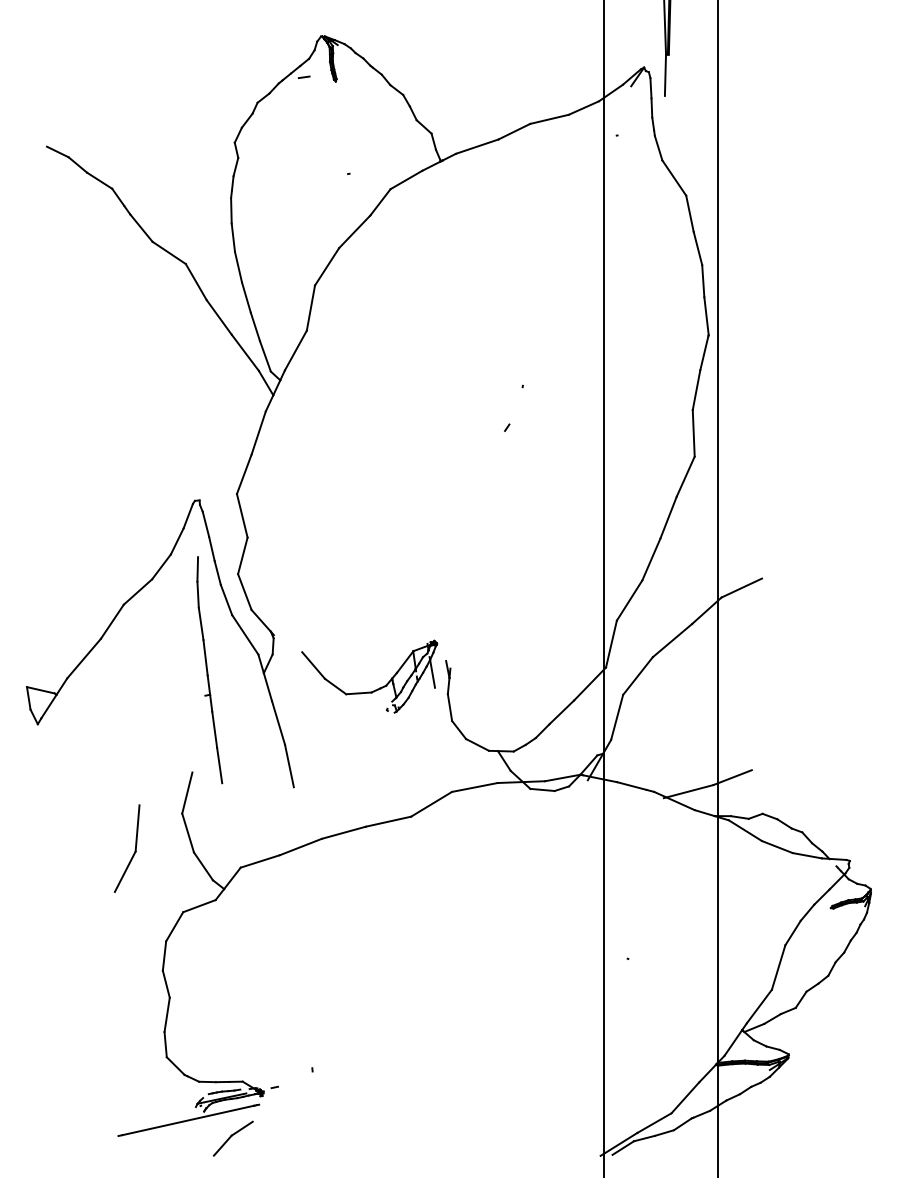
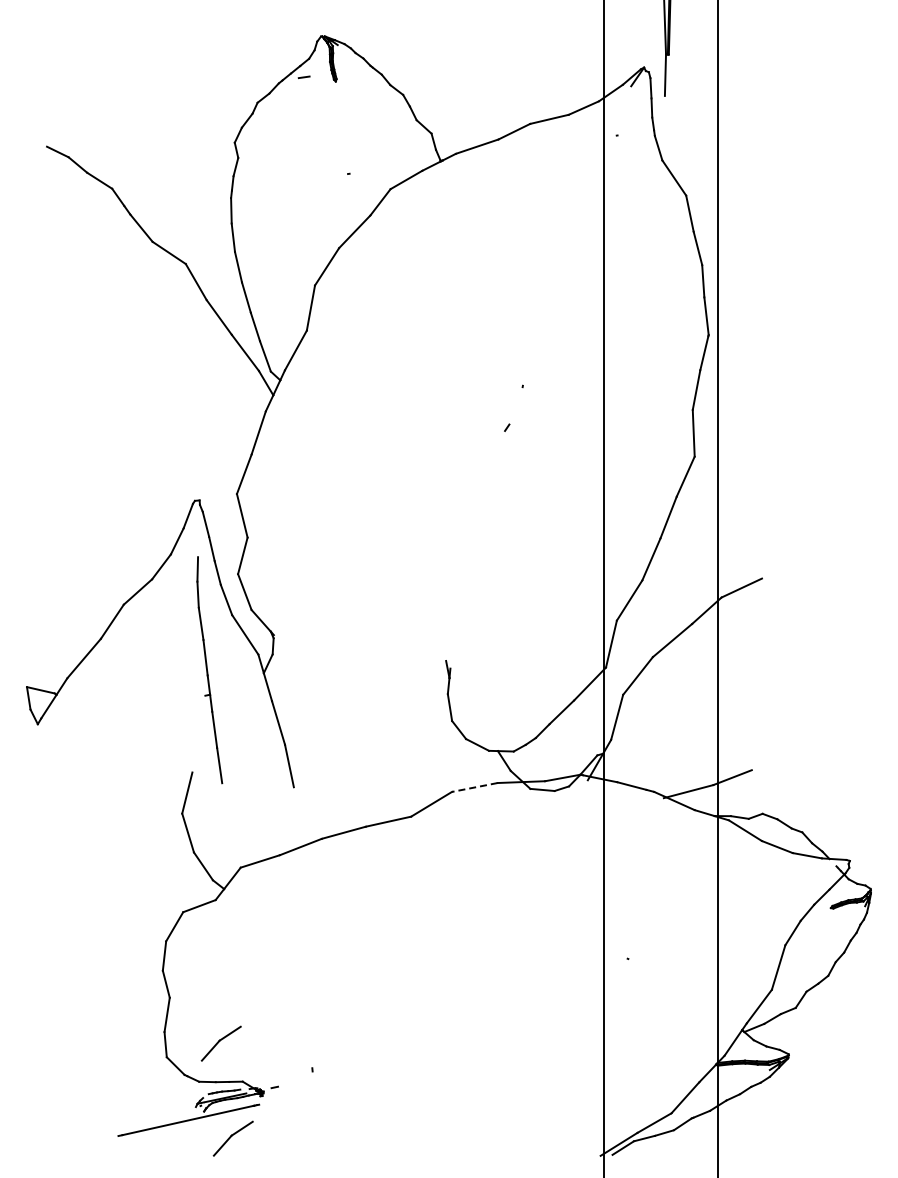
part at (375, 689): present -> none
line at (474, 787): solid -> dashed
part at (134, 849): present -> none
part at (220, 1043): none -> present
